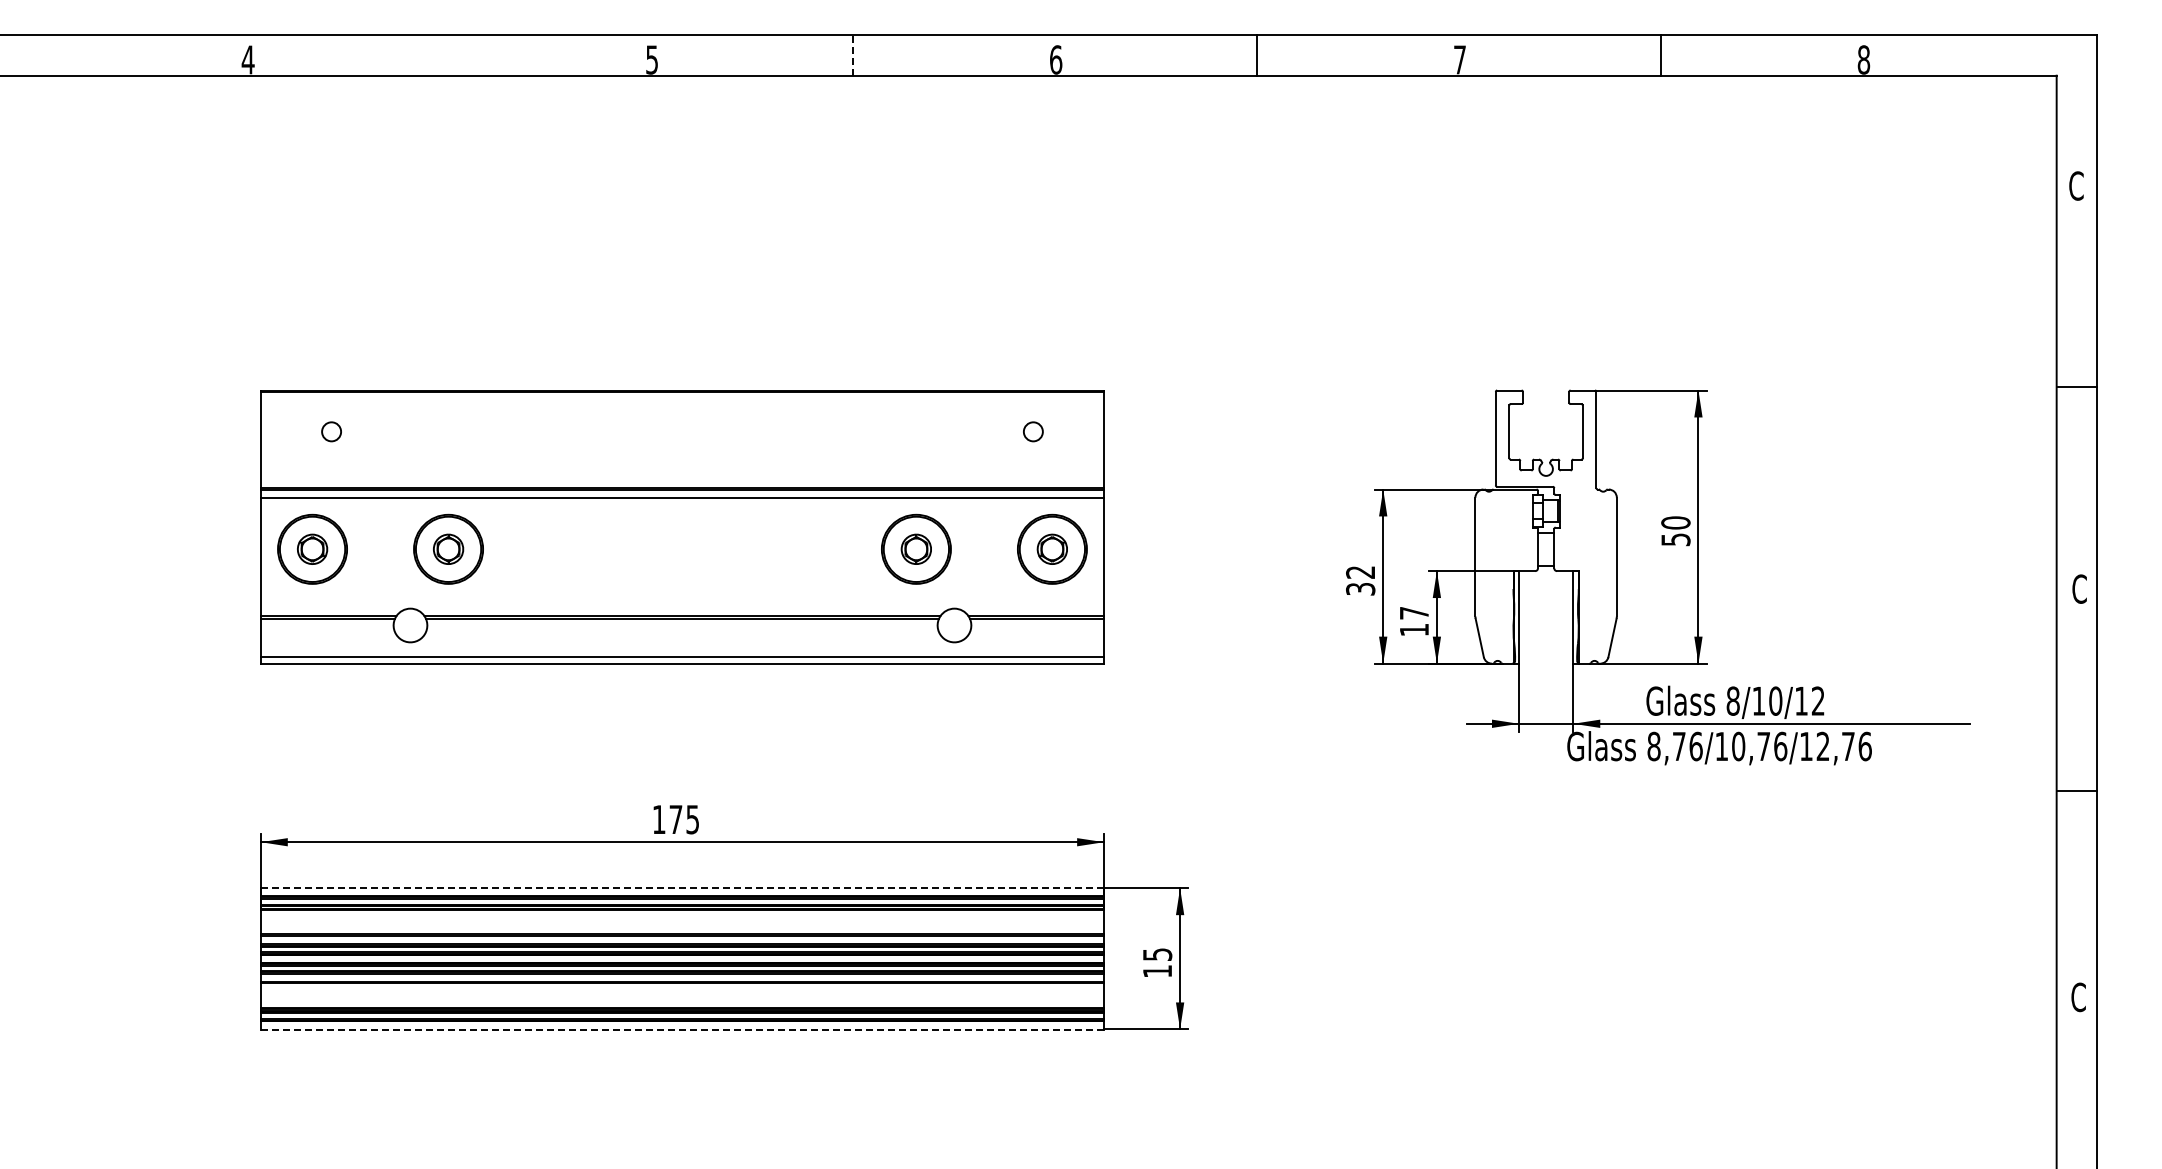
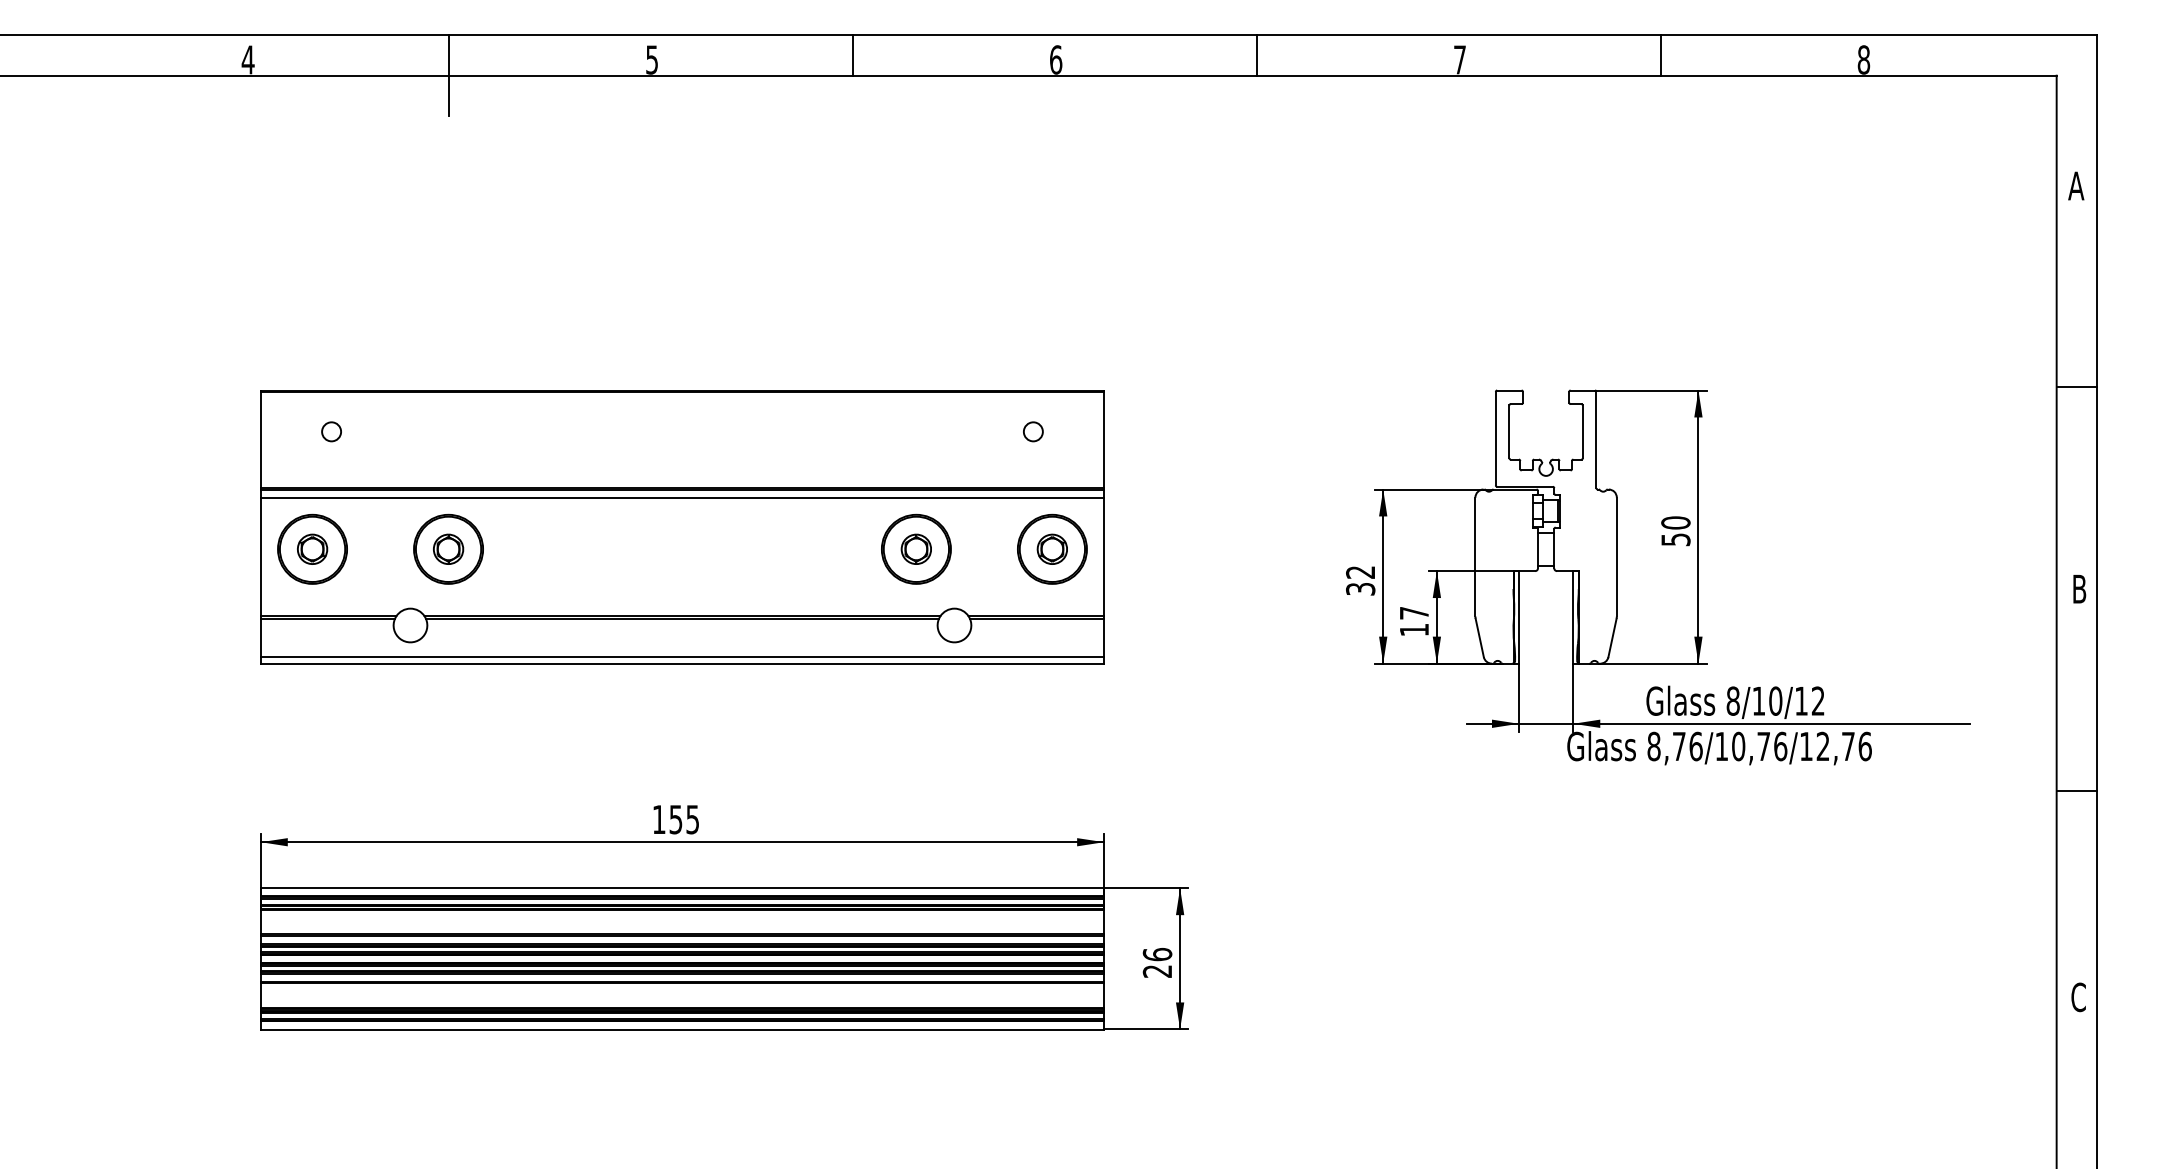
line at (853, 54): dashed -> solid
line at (449, 75): none -> present
text at (2076, 185): C -> A
text at (2079, 588): C -> B
text at (675, 819): 175 -> 155
line at (682, 888): dashed -> solid
text at (1157, 962): 15 -> 26
line at (682, 1029): dashed -> solid
